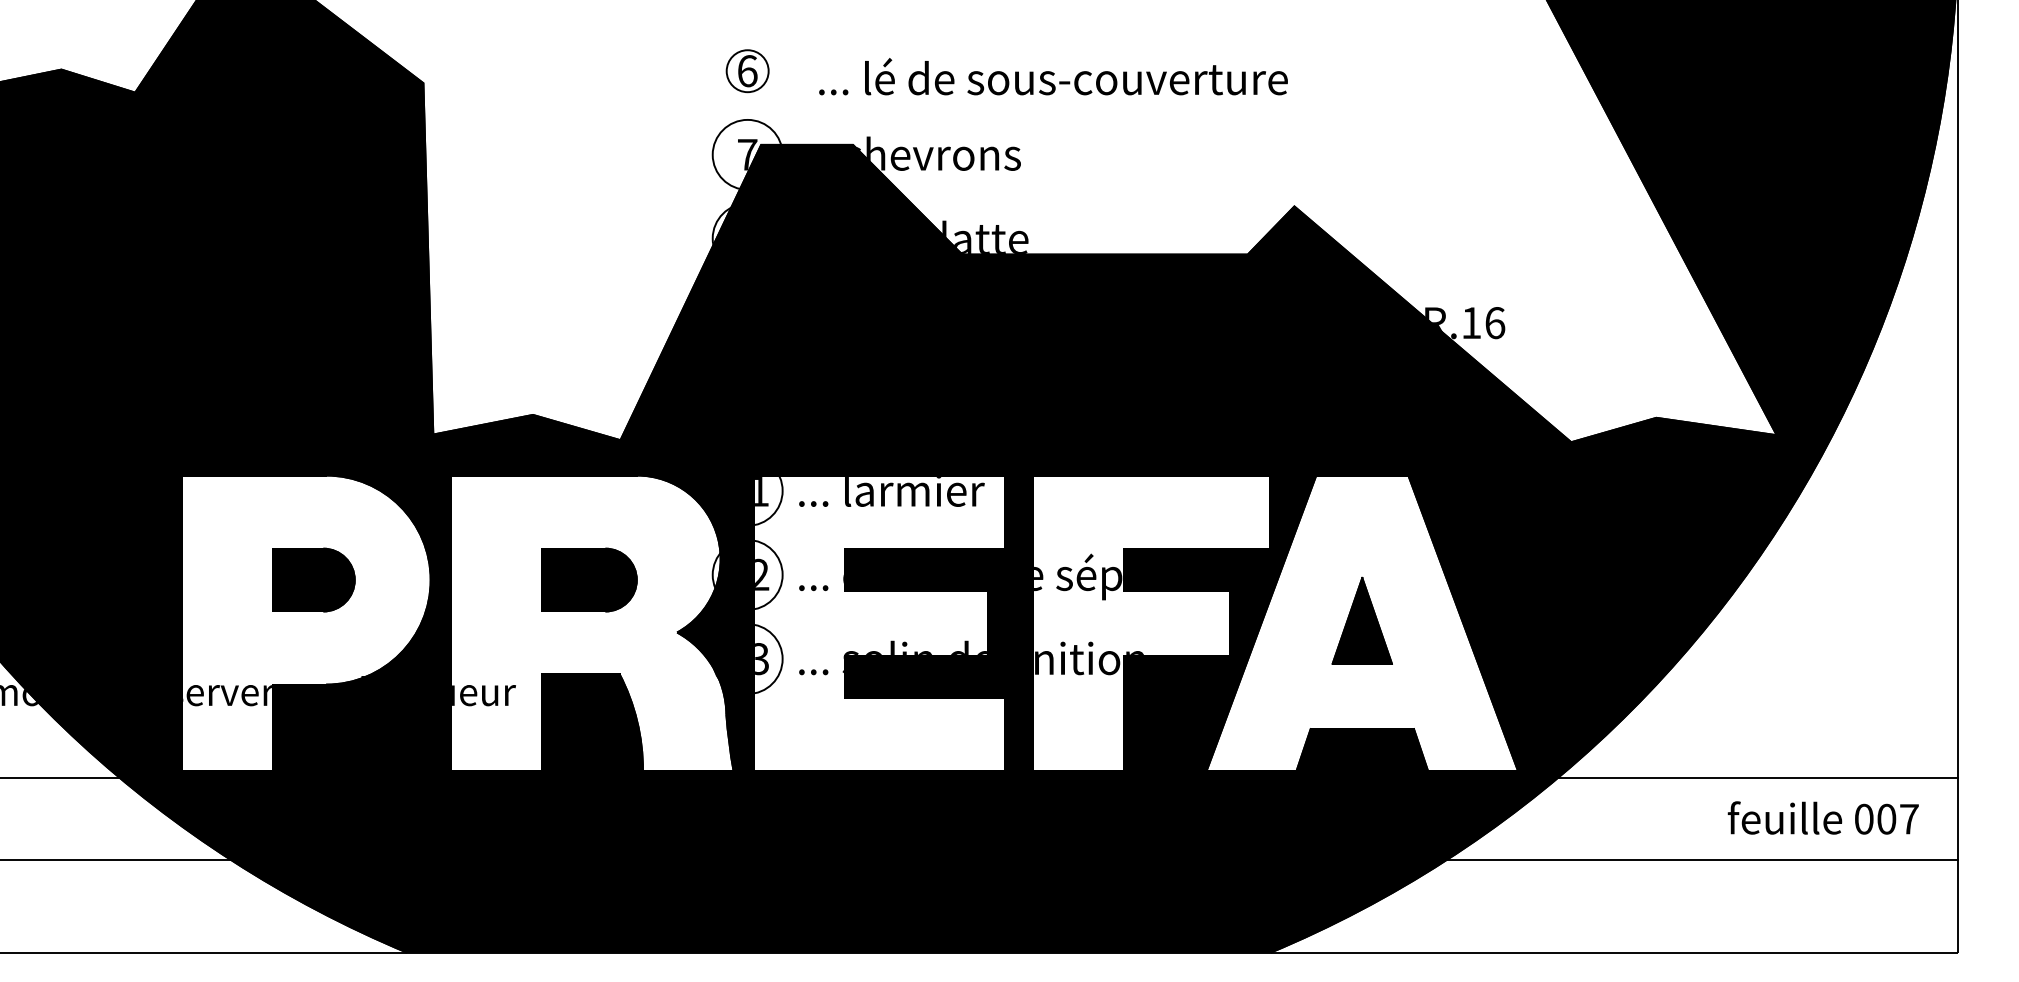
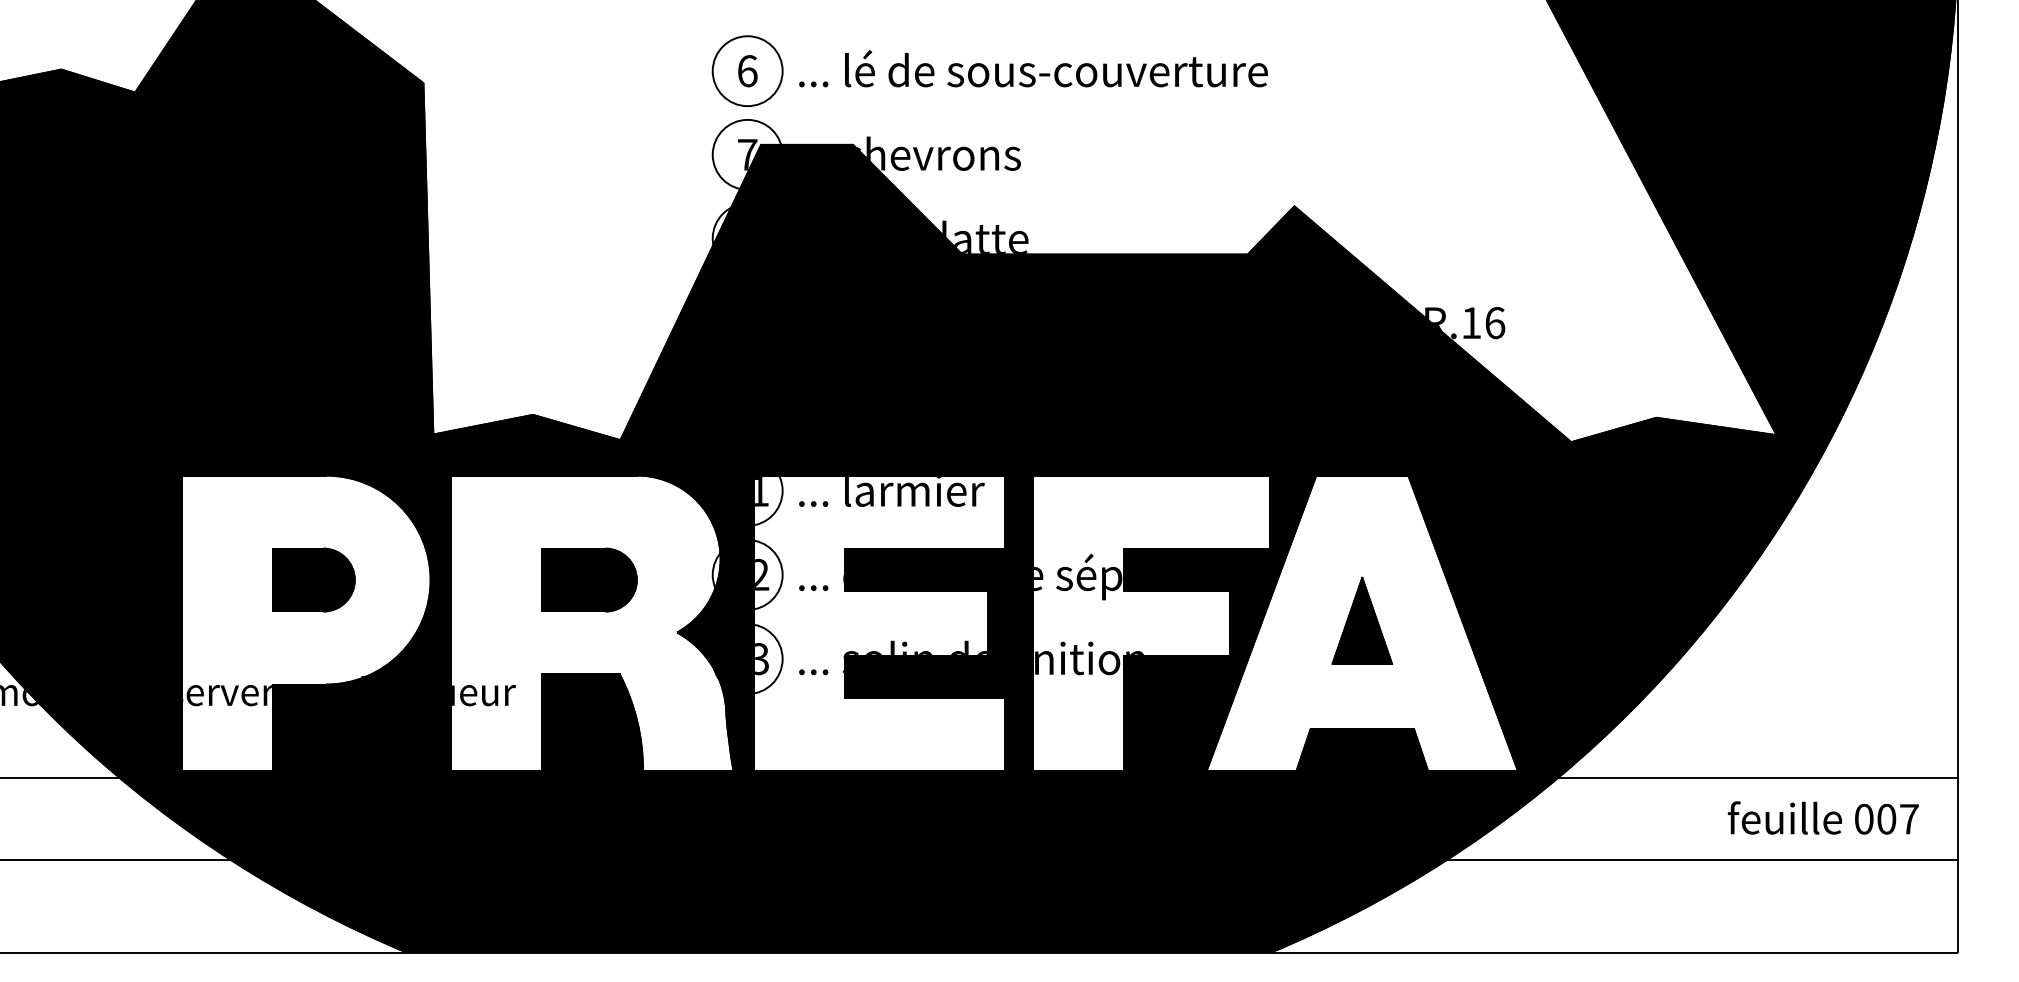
circle at (747, 71) diameter: 42 px -> 70 px
text at (1053, 76) position: (1053, 76) -> (1033, 68)
